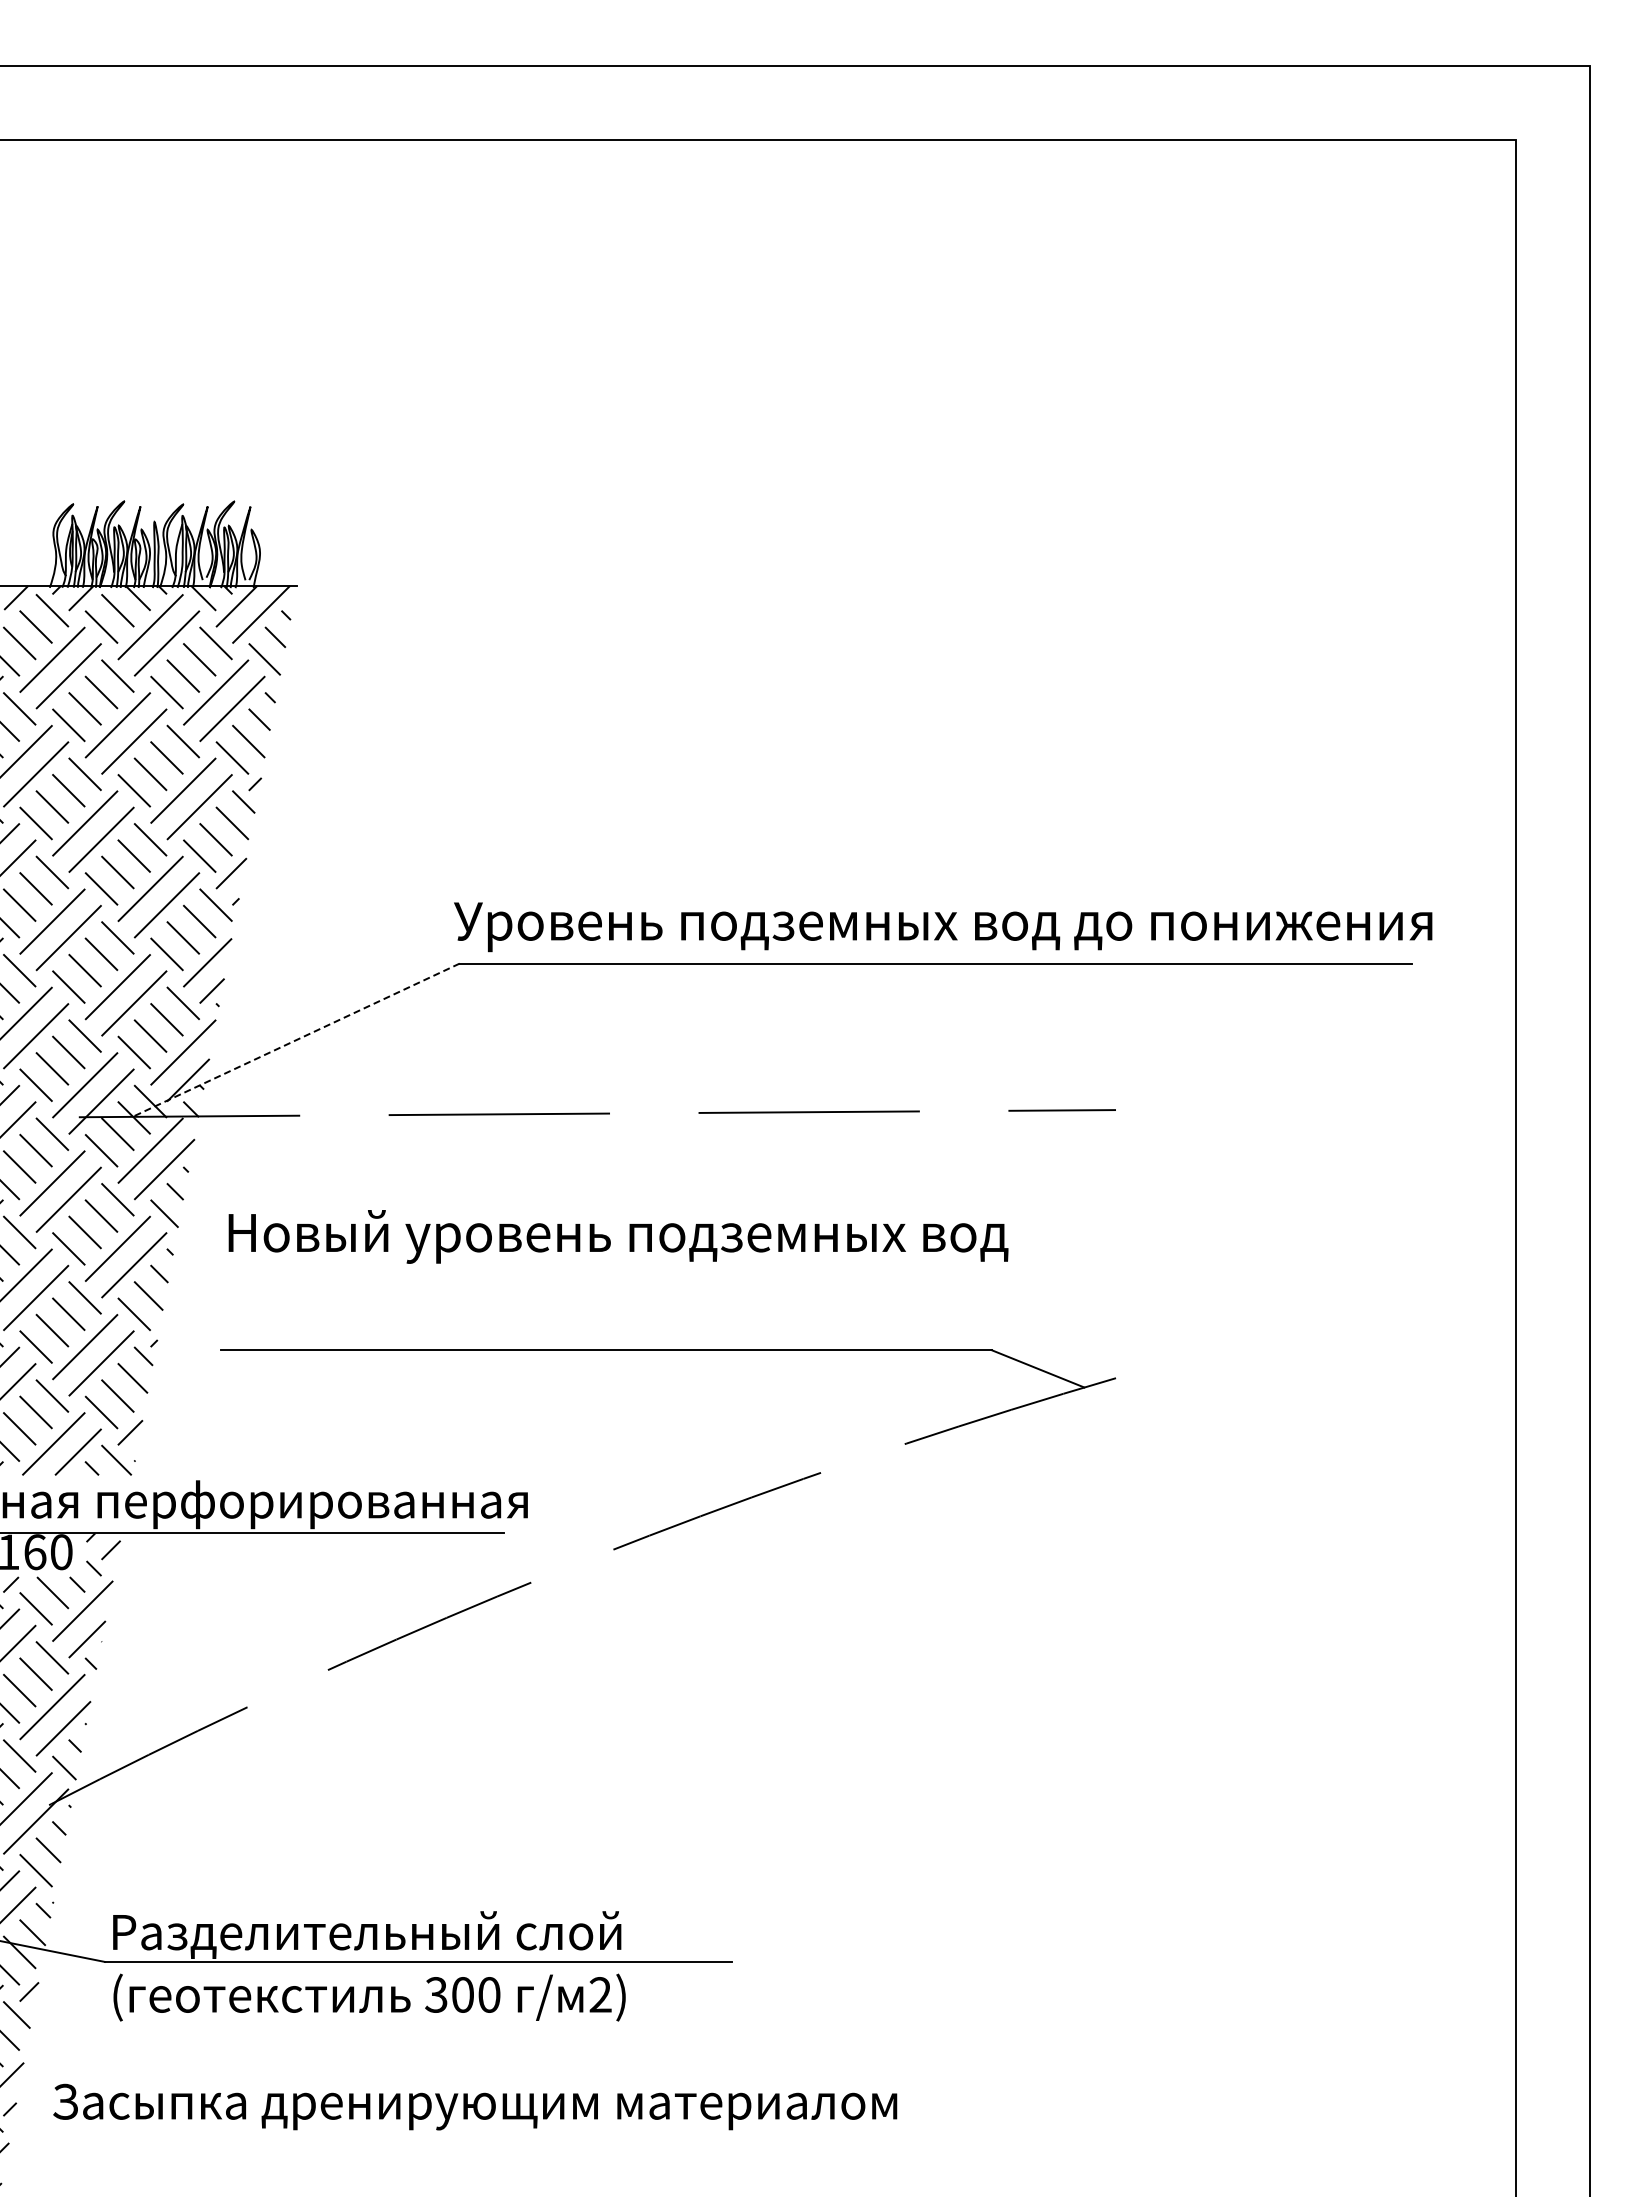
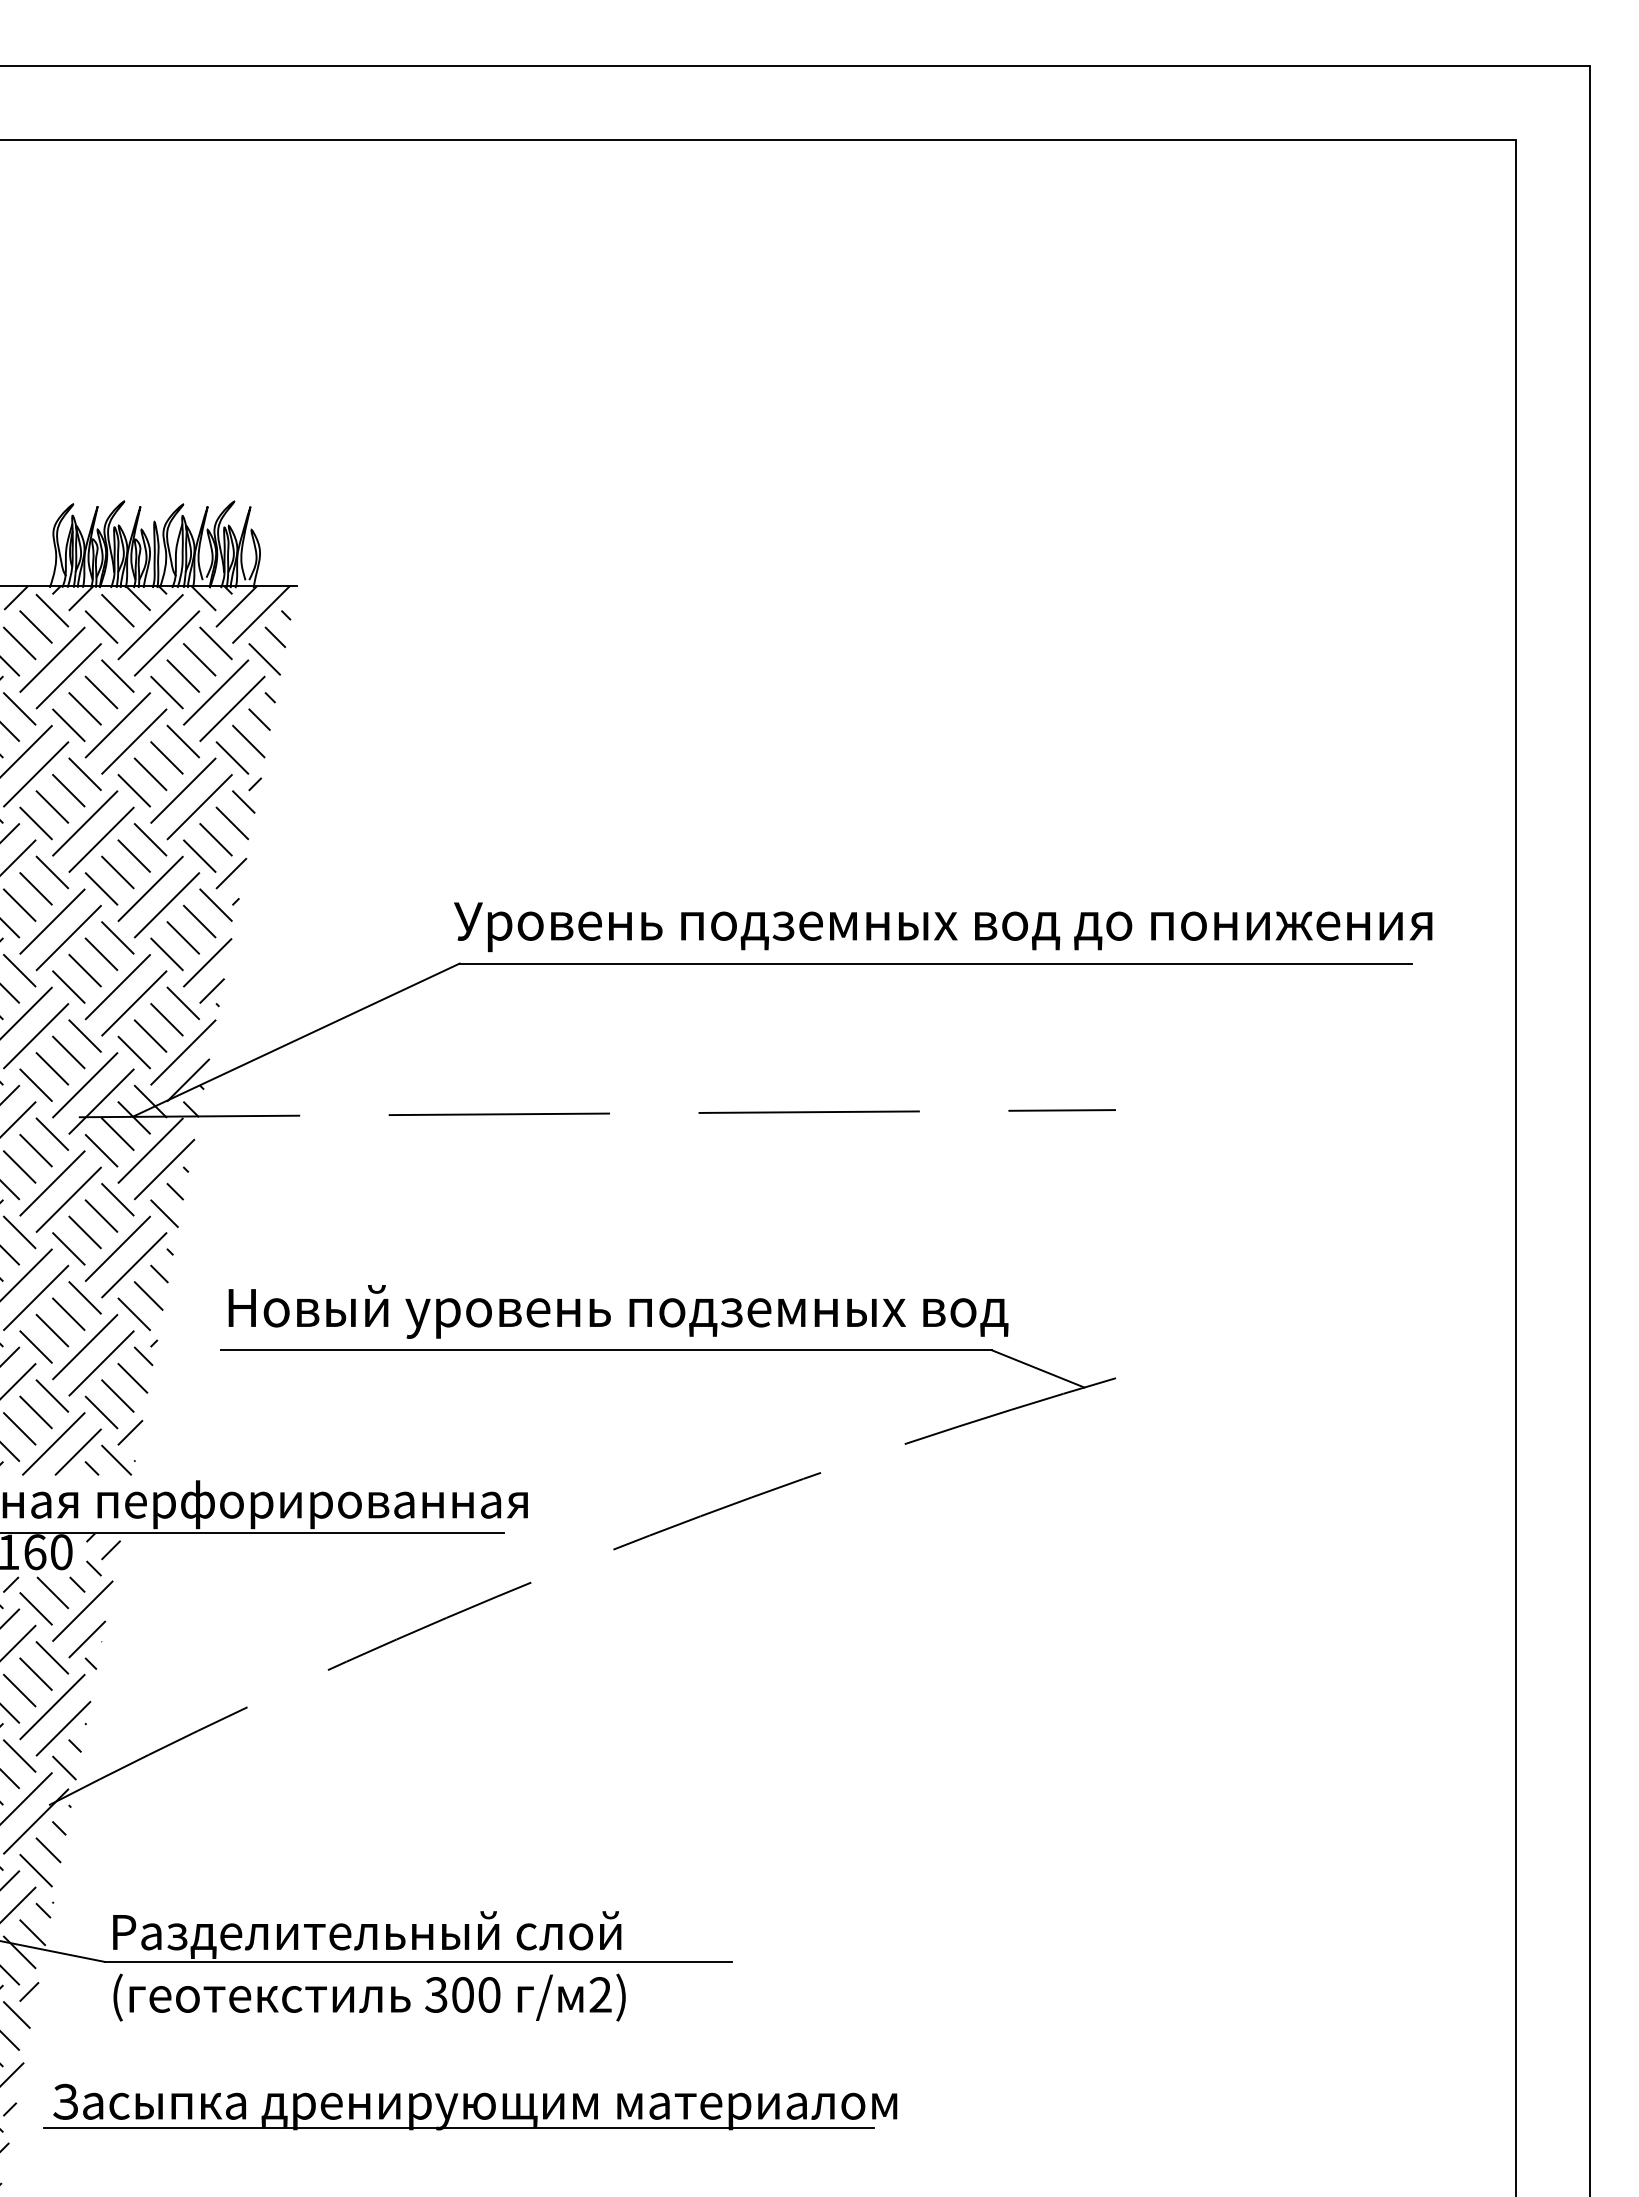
line at (296, 1040): dashed -> solid
text at (618, 1236) position: (618, 1236) -> (618, 1311)
line at (458, 2127): none -> present
